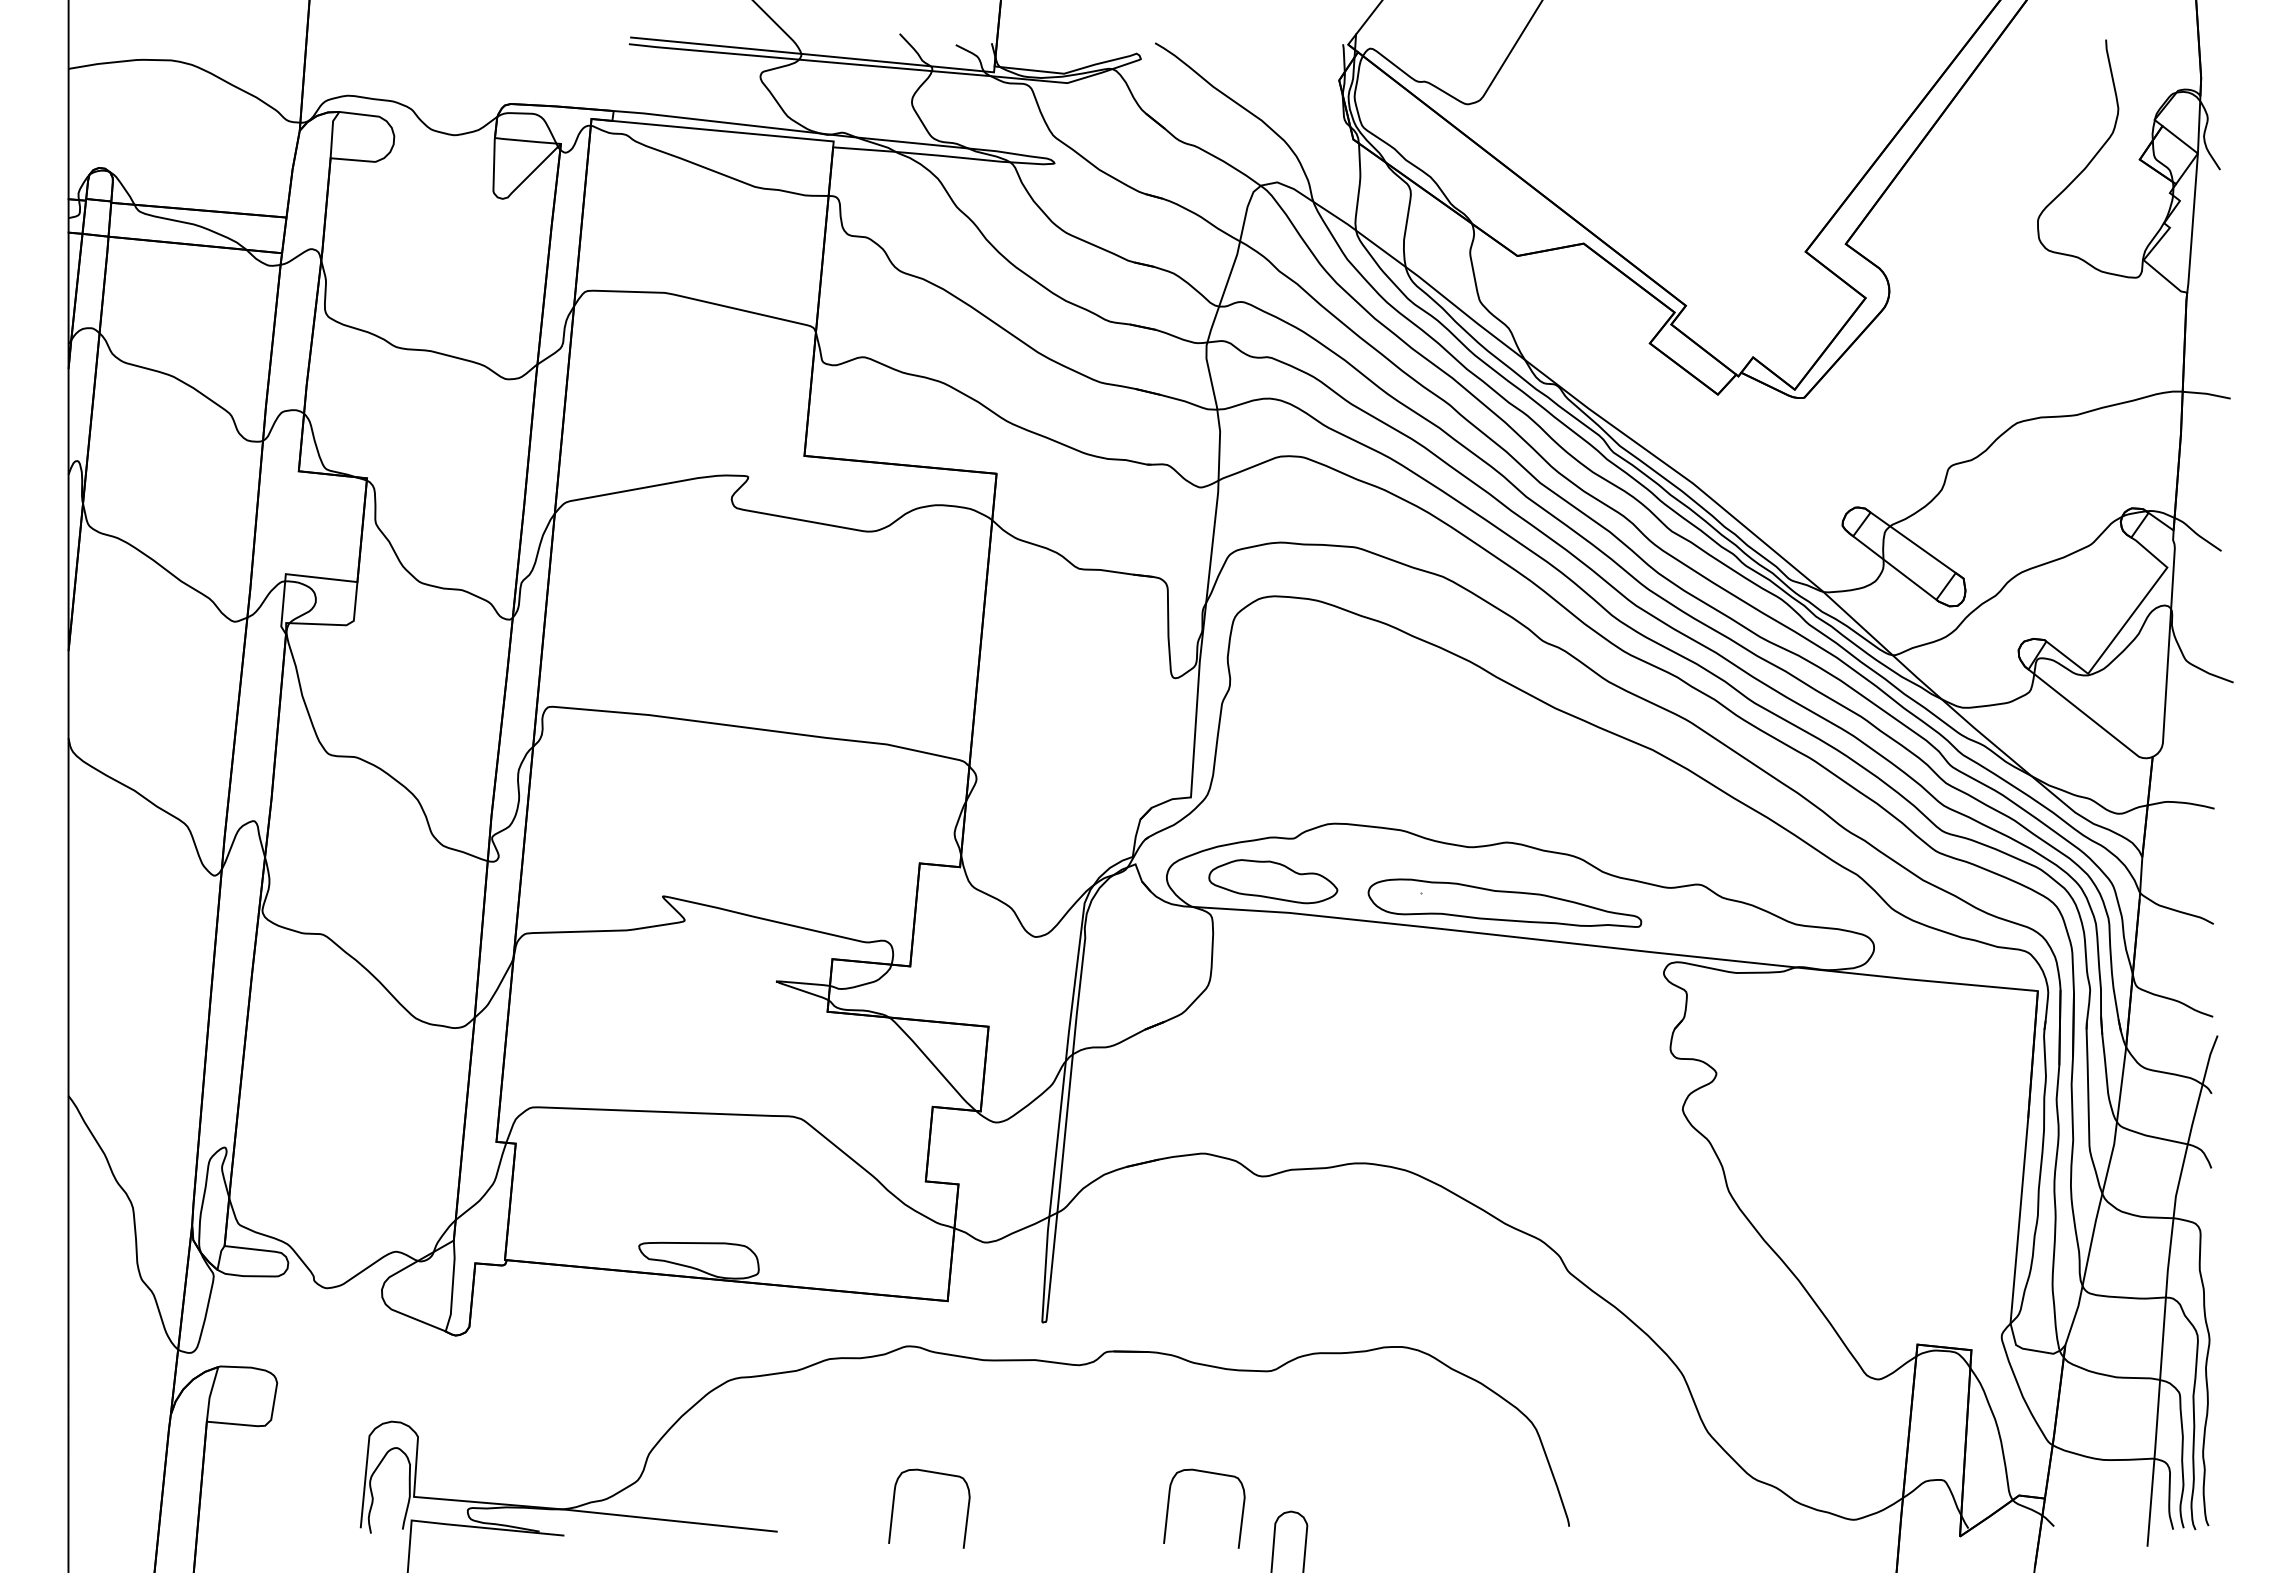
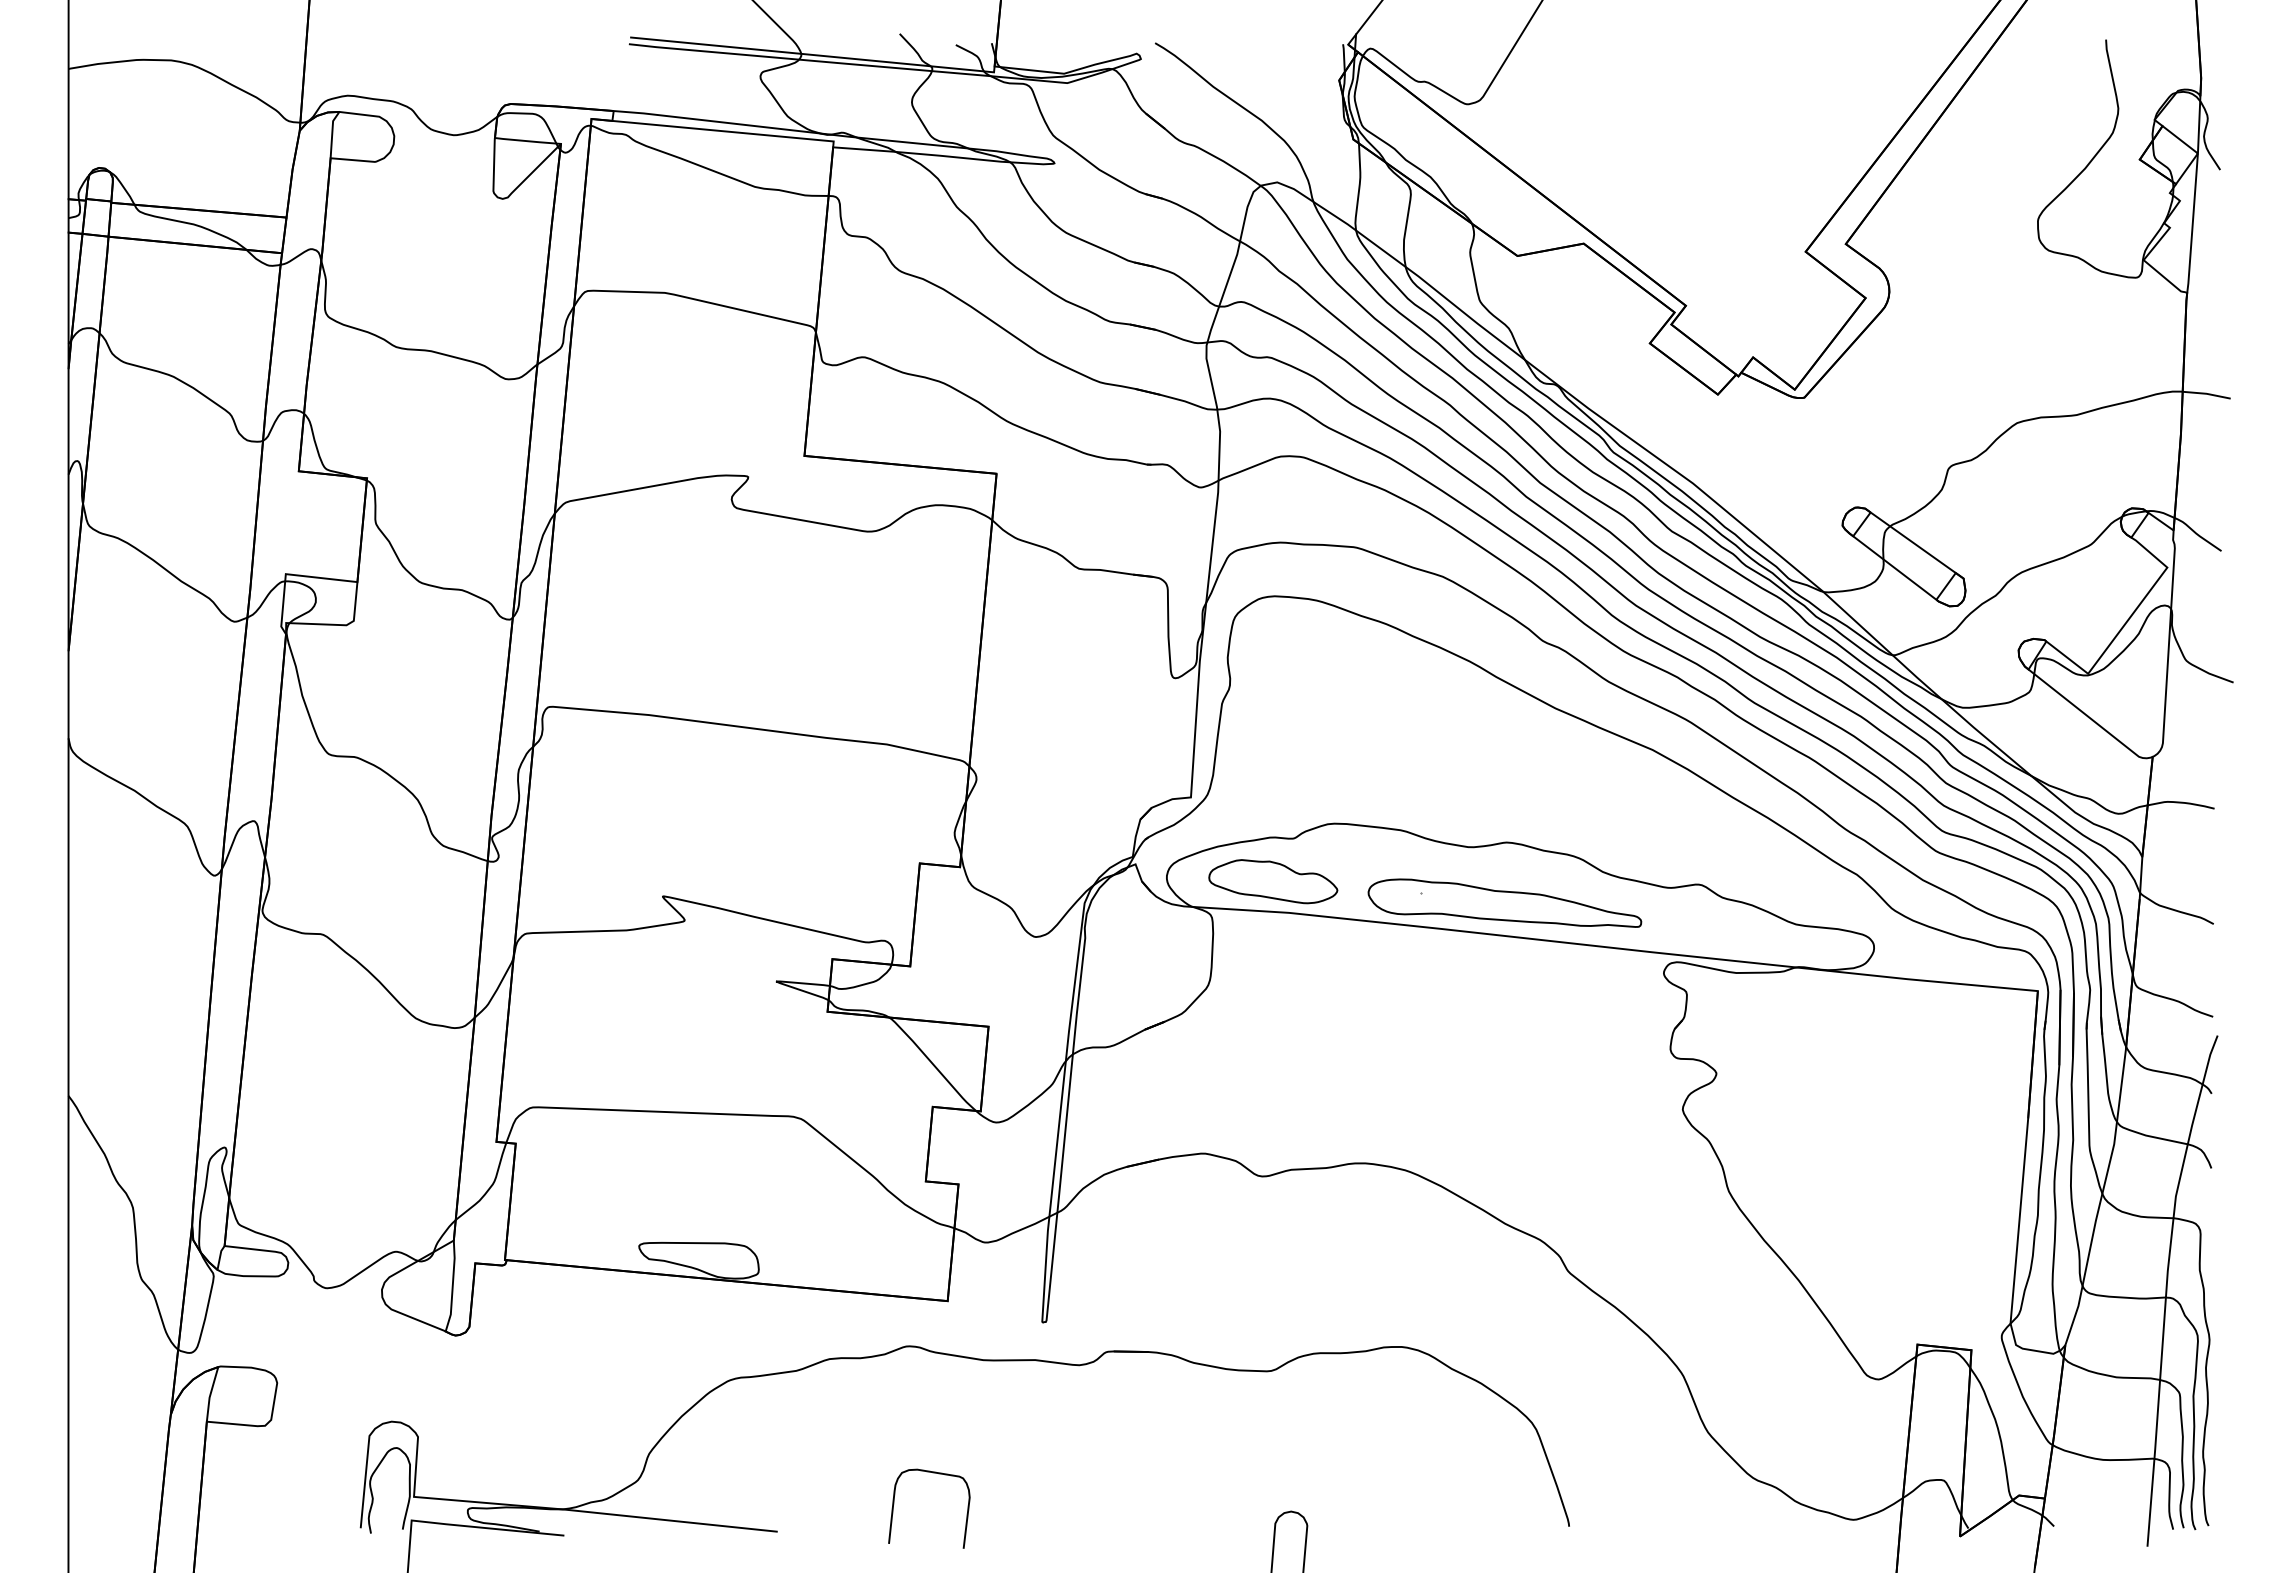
curve at (1207, 1473): present -> none
